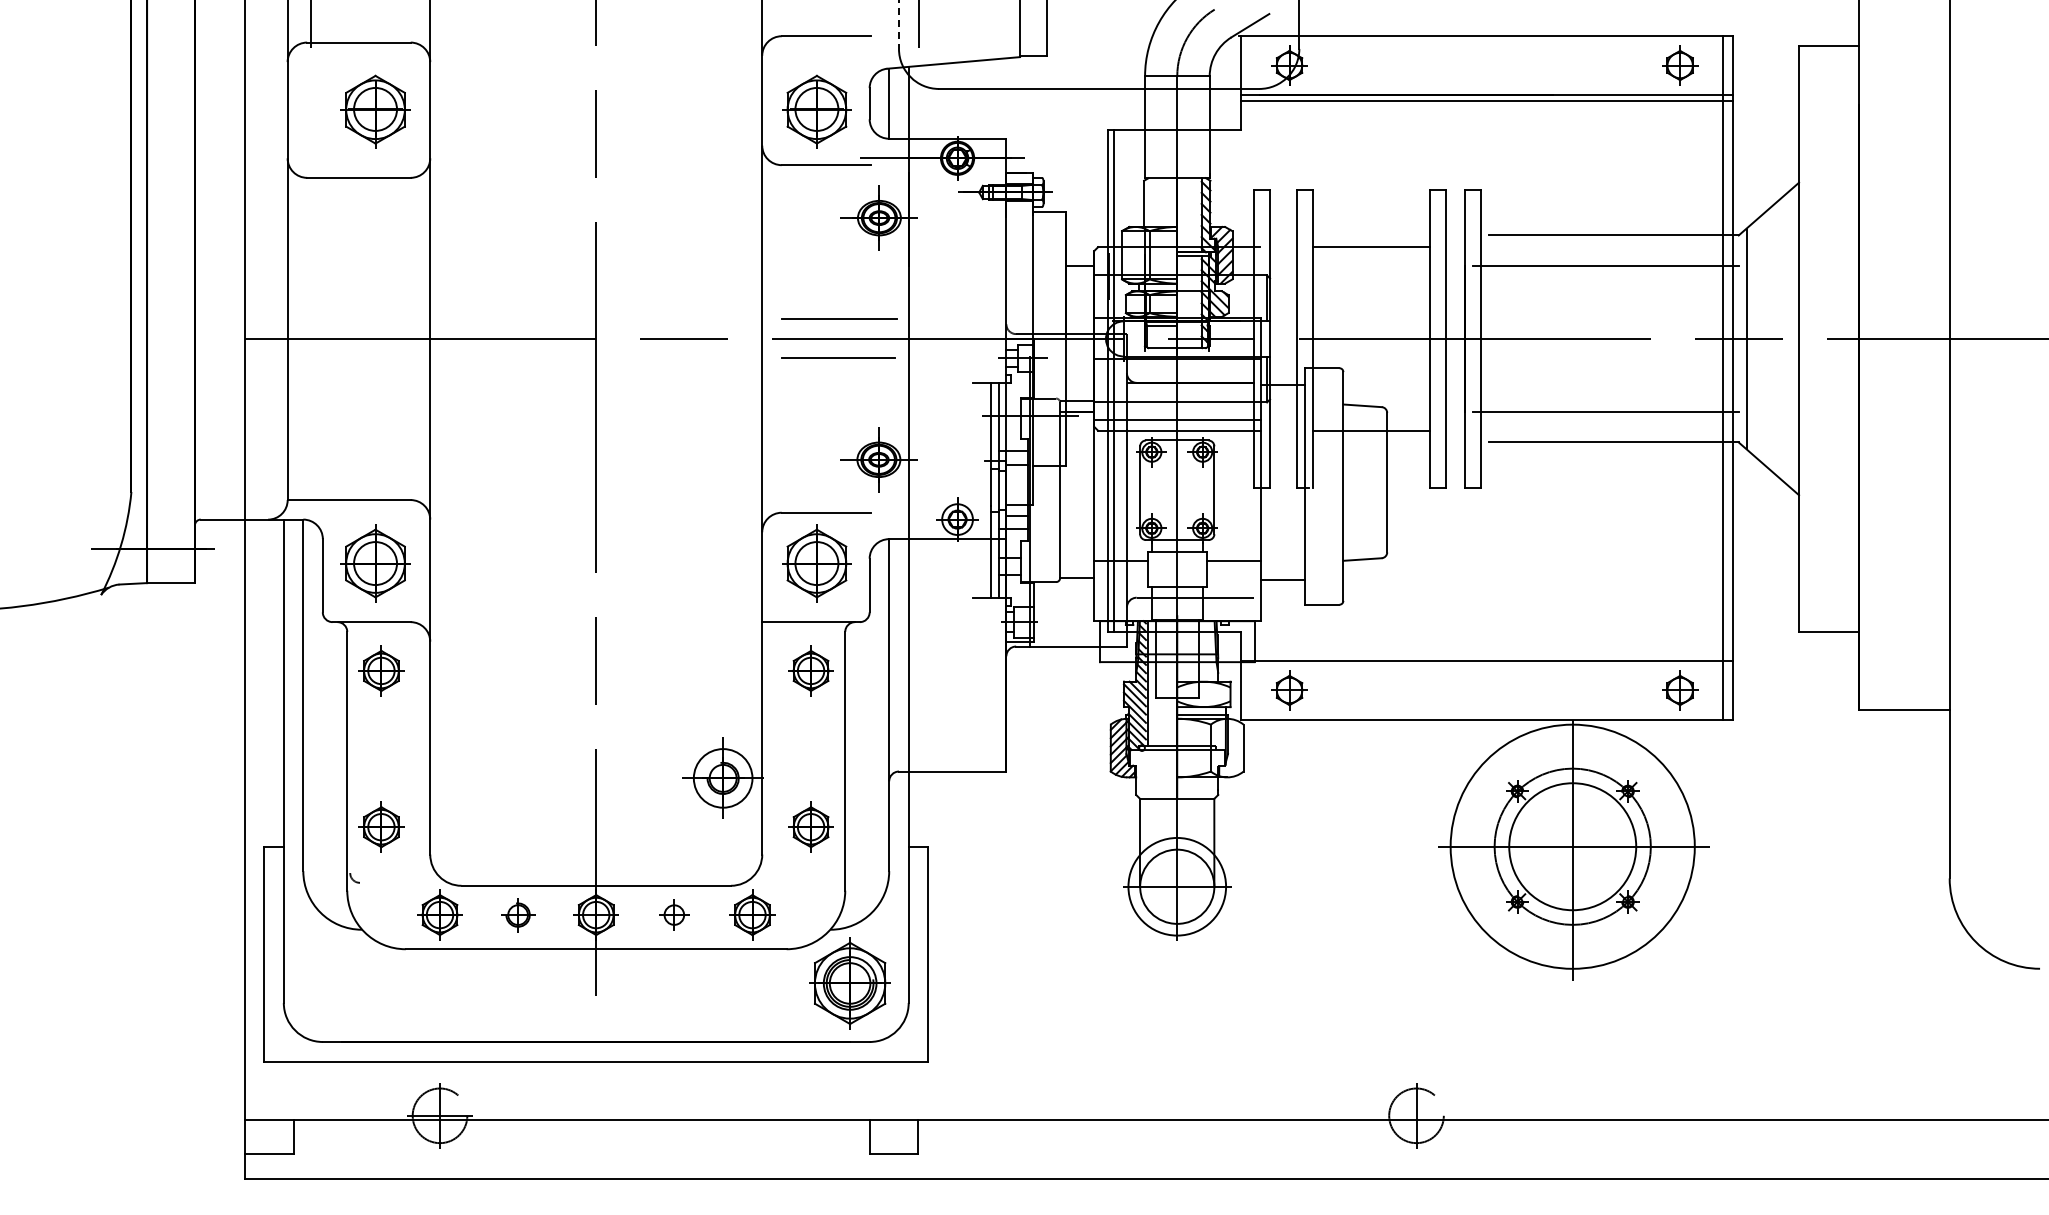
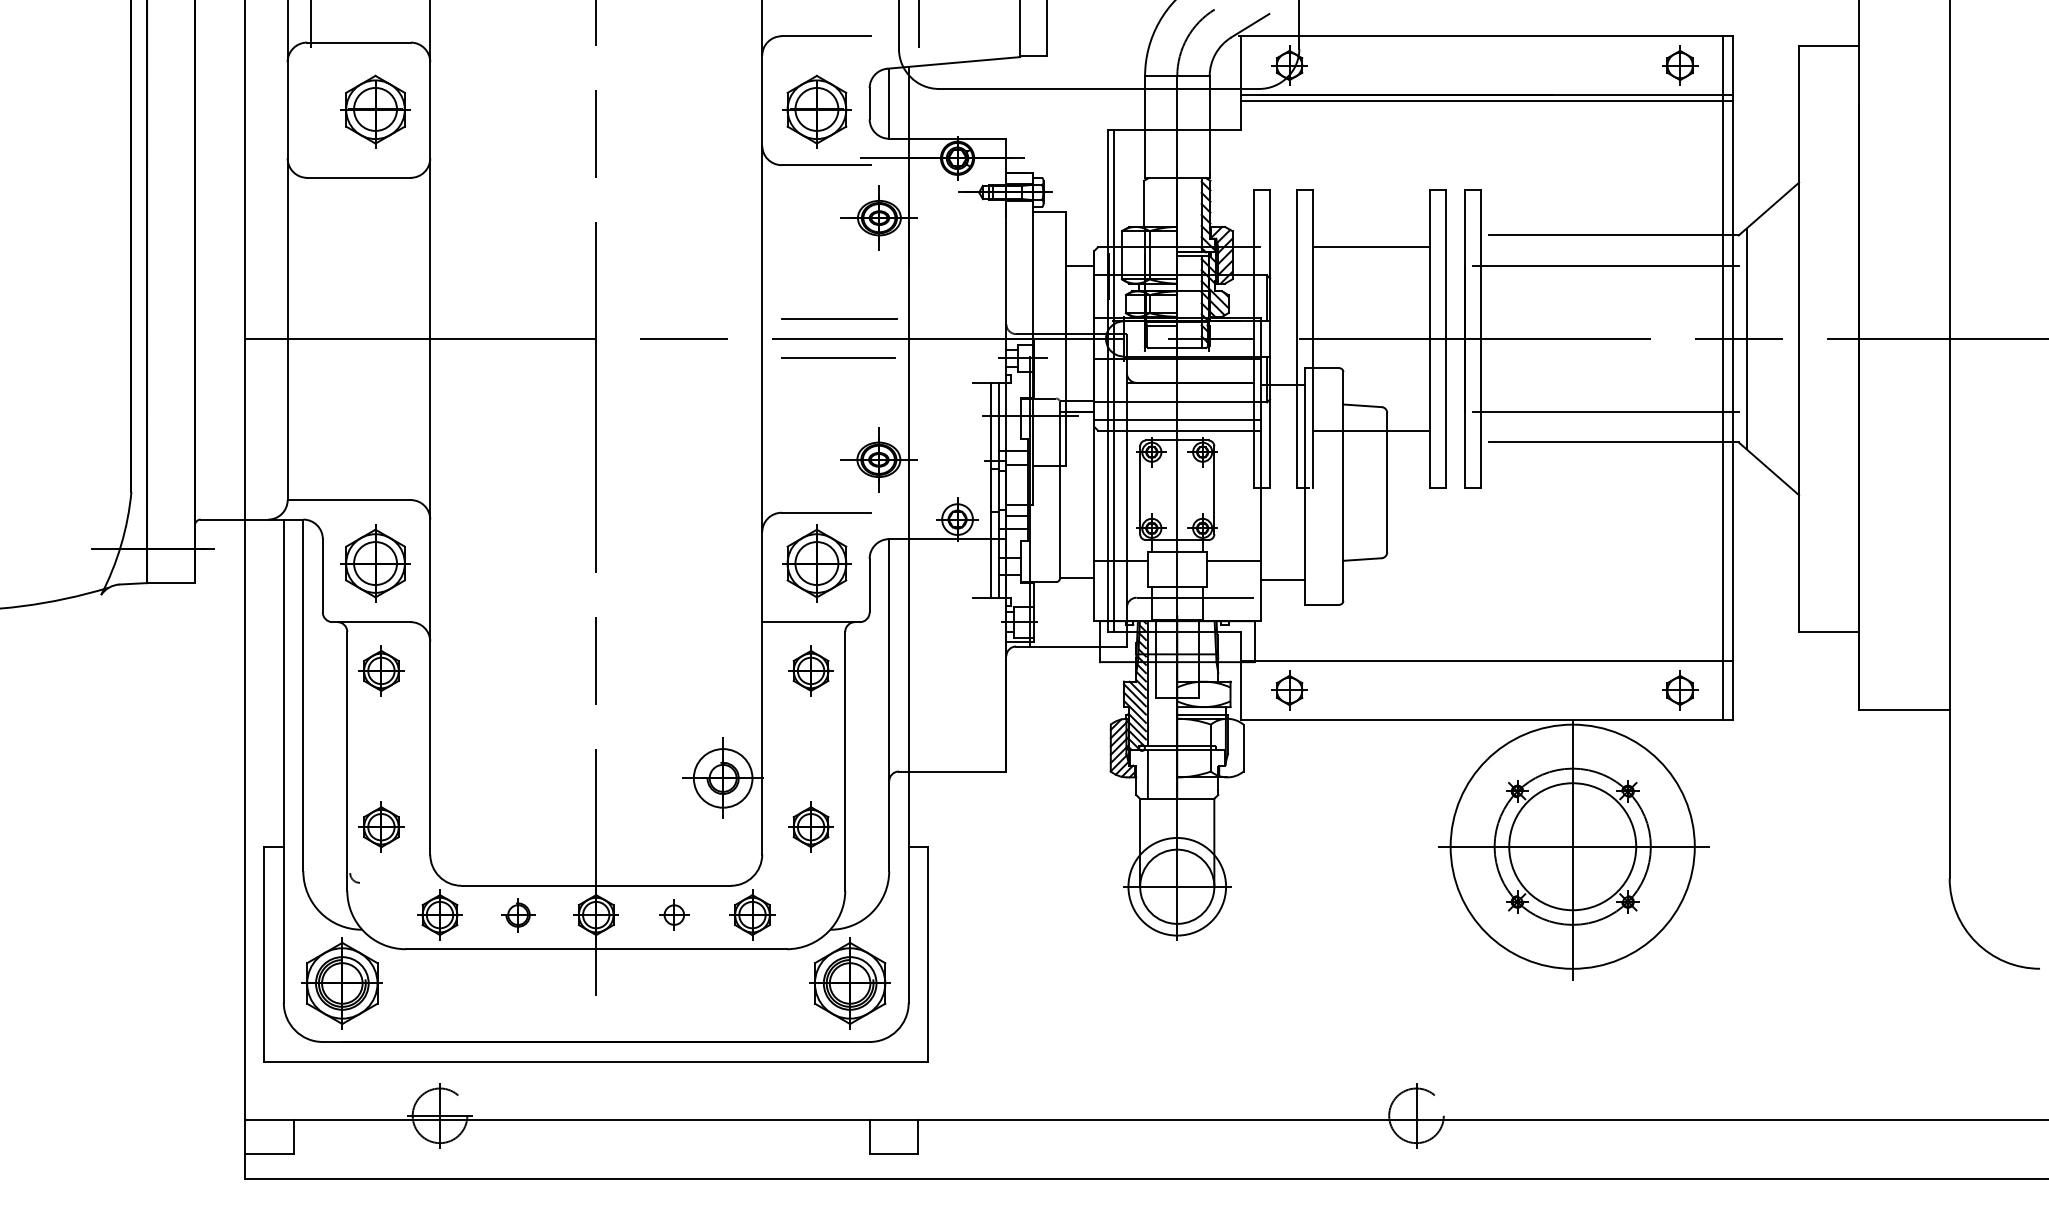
line at (898, 24): dashed -> solid
line at (1147, 774): none -> present
part at (341, 983): none -> present
